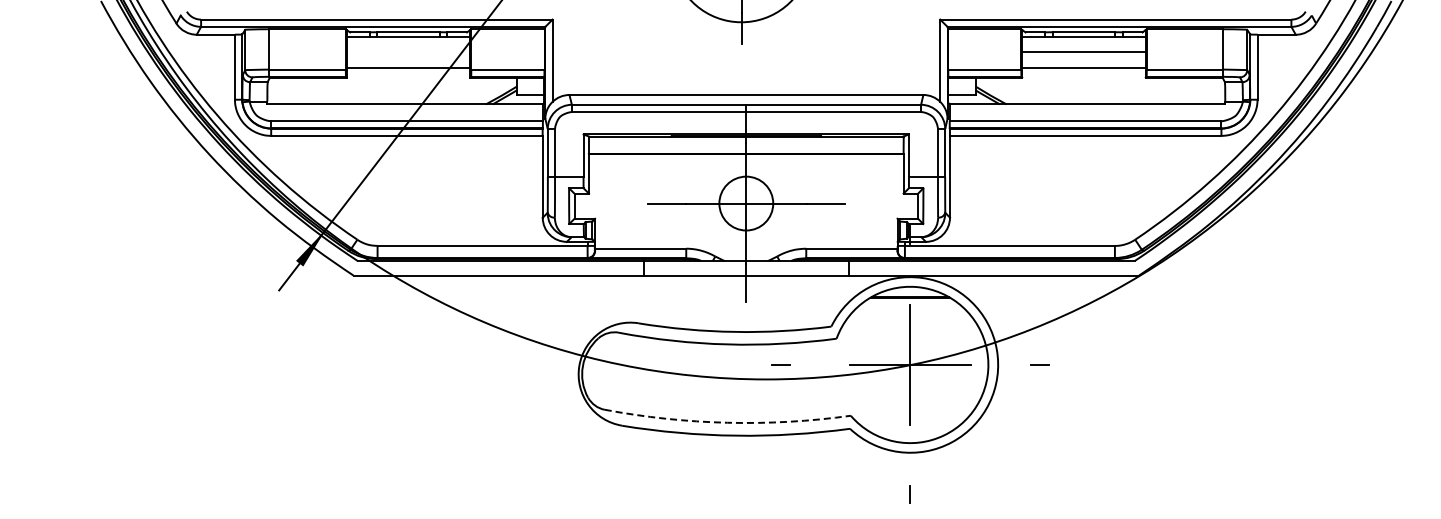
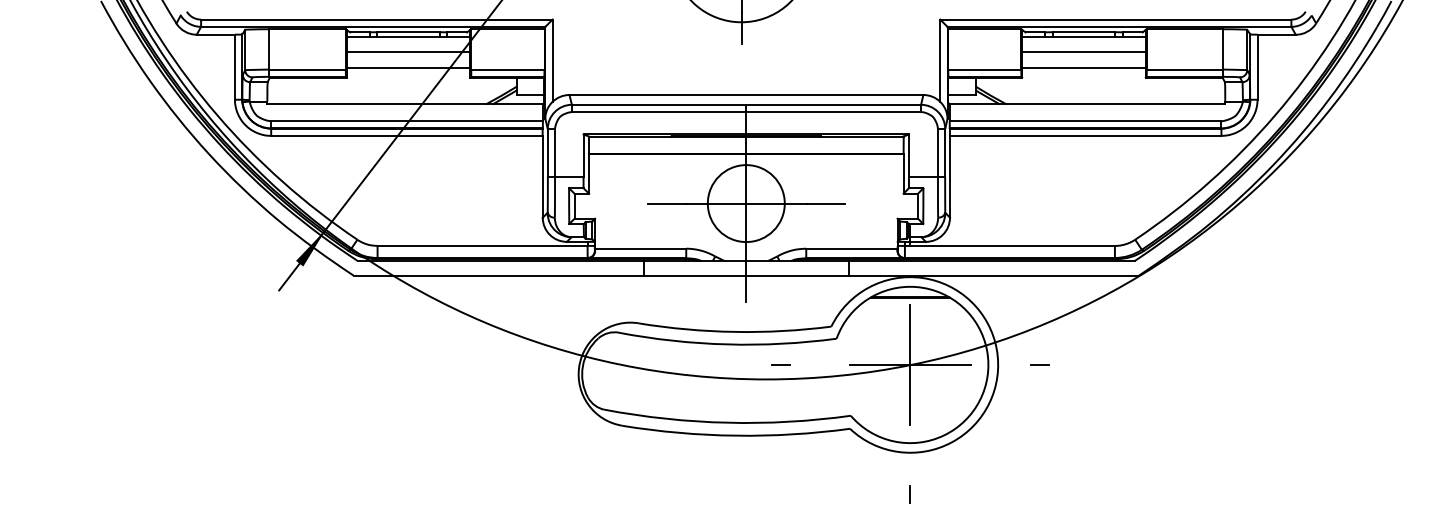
line at (408, 51): none -> present
circle at (746, 203) diameter: 54 px -> 77 px
arc at (727, 422): dashed -> solid
